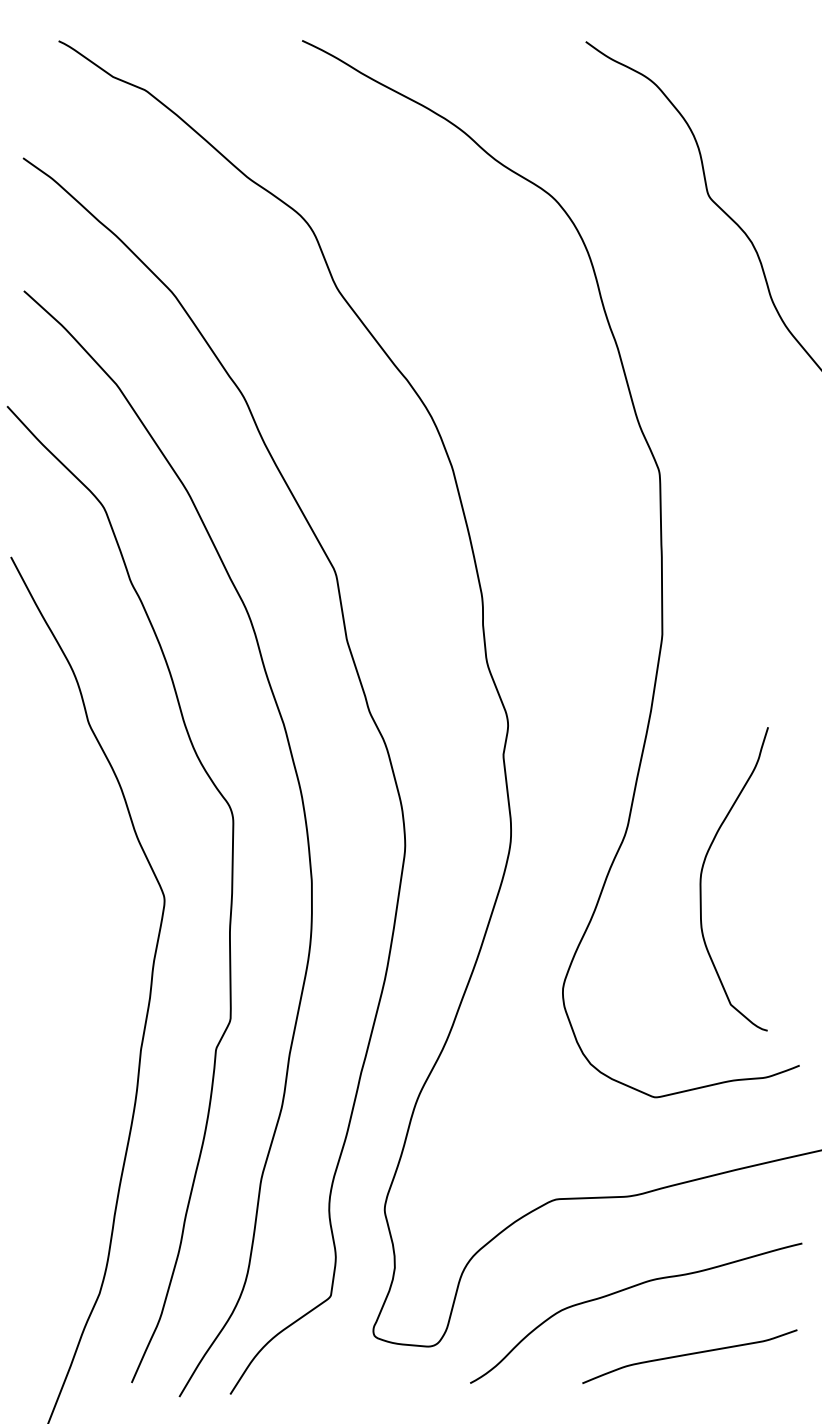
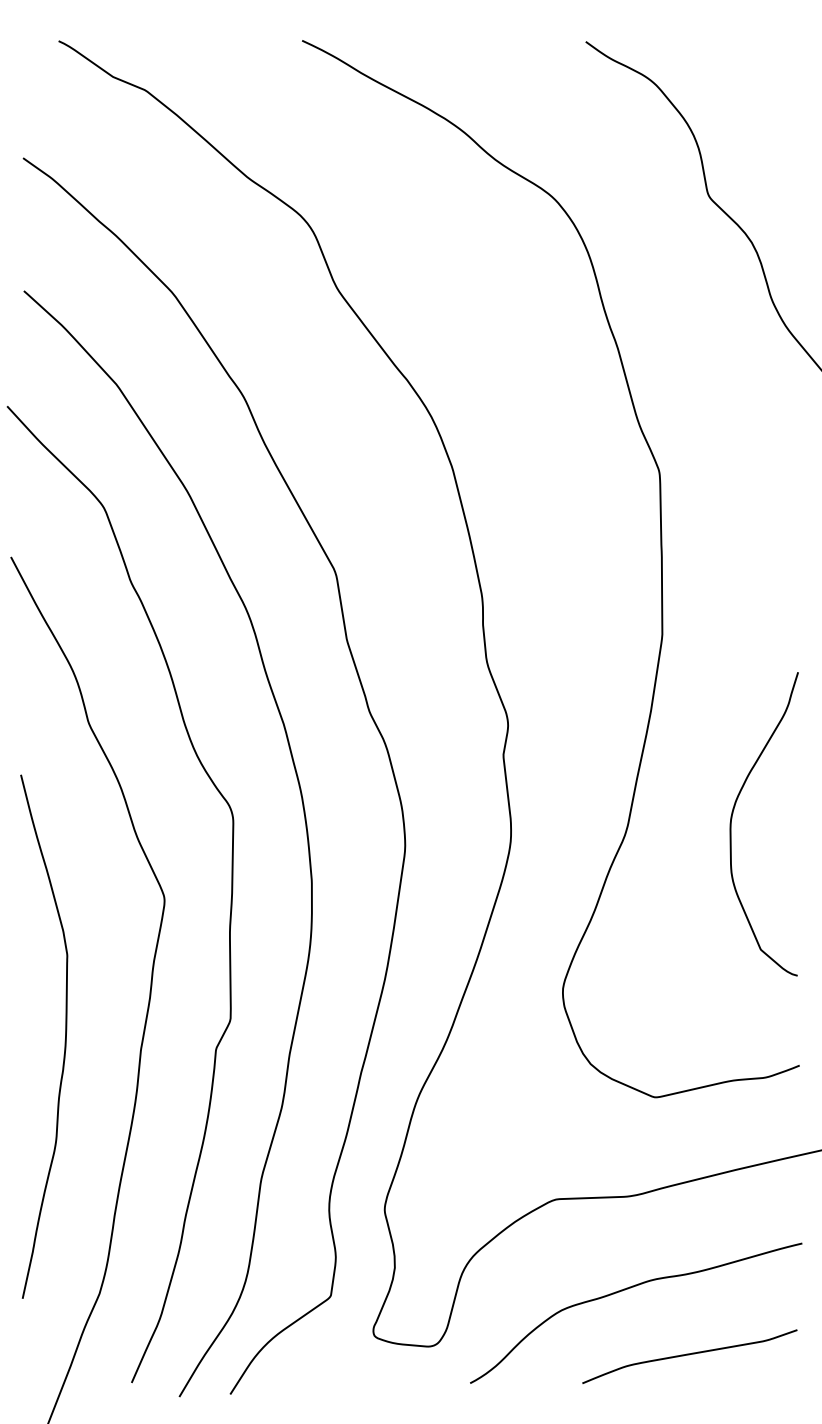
curve at (702, 873) position: (702, 873) -> (732, 818)
curve at (64, 1040): none -> present
